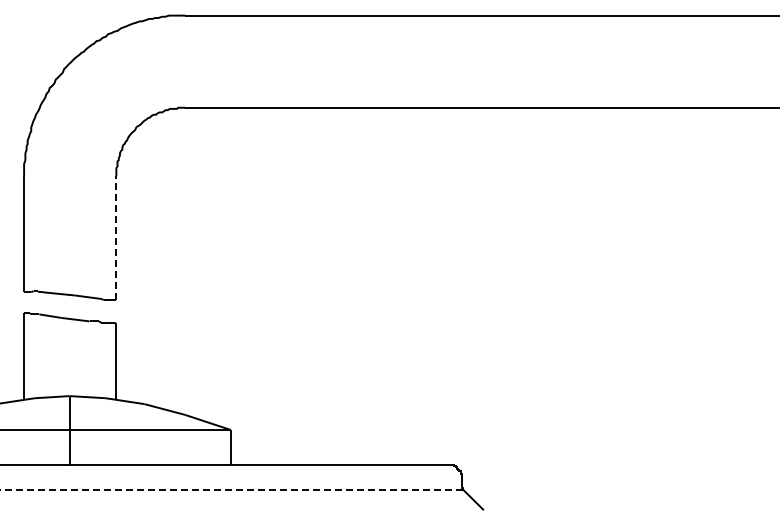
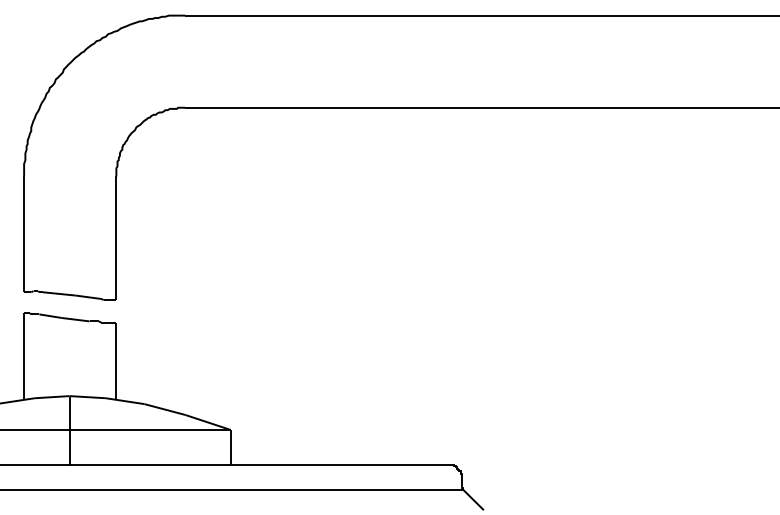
line at (116, 238): dashed -> solid
line at (231, 489): dashed -> solid
